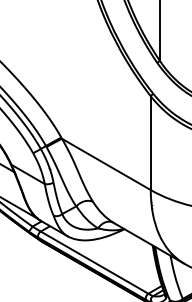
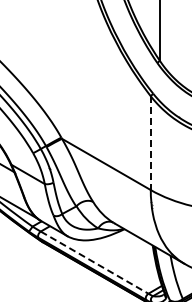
line at (150, 143): solid -> dashed
line at (95, 262): solid -> dashed
